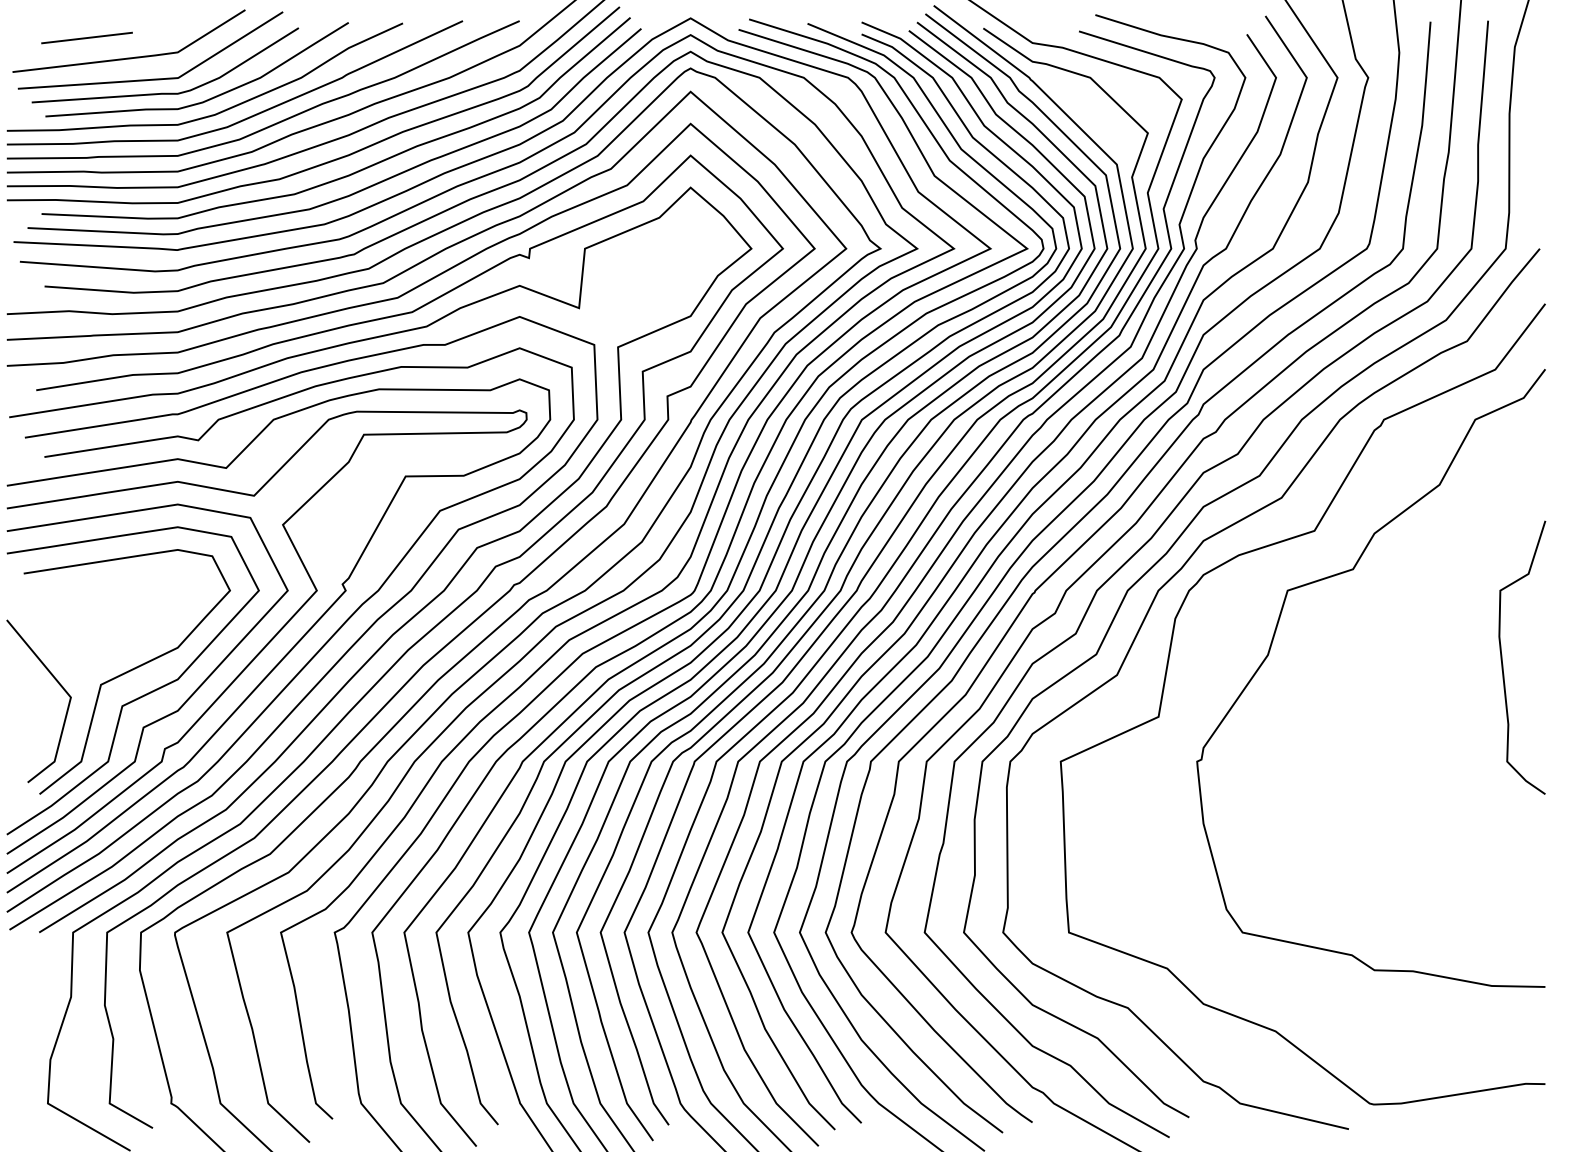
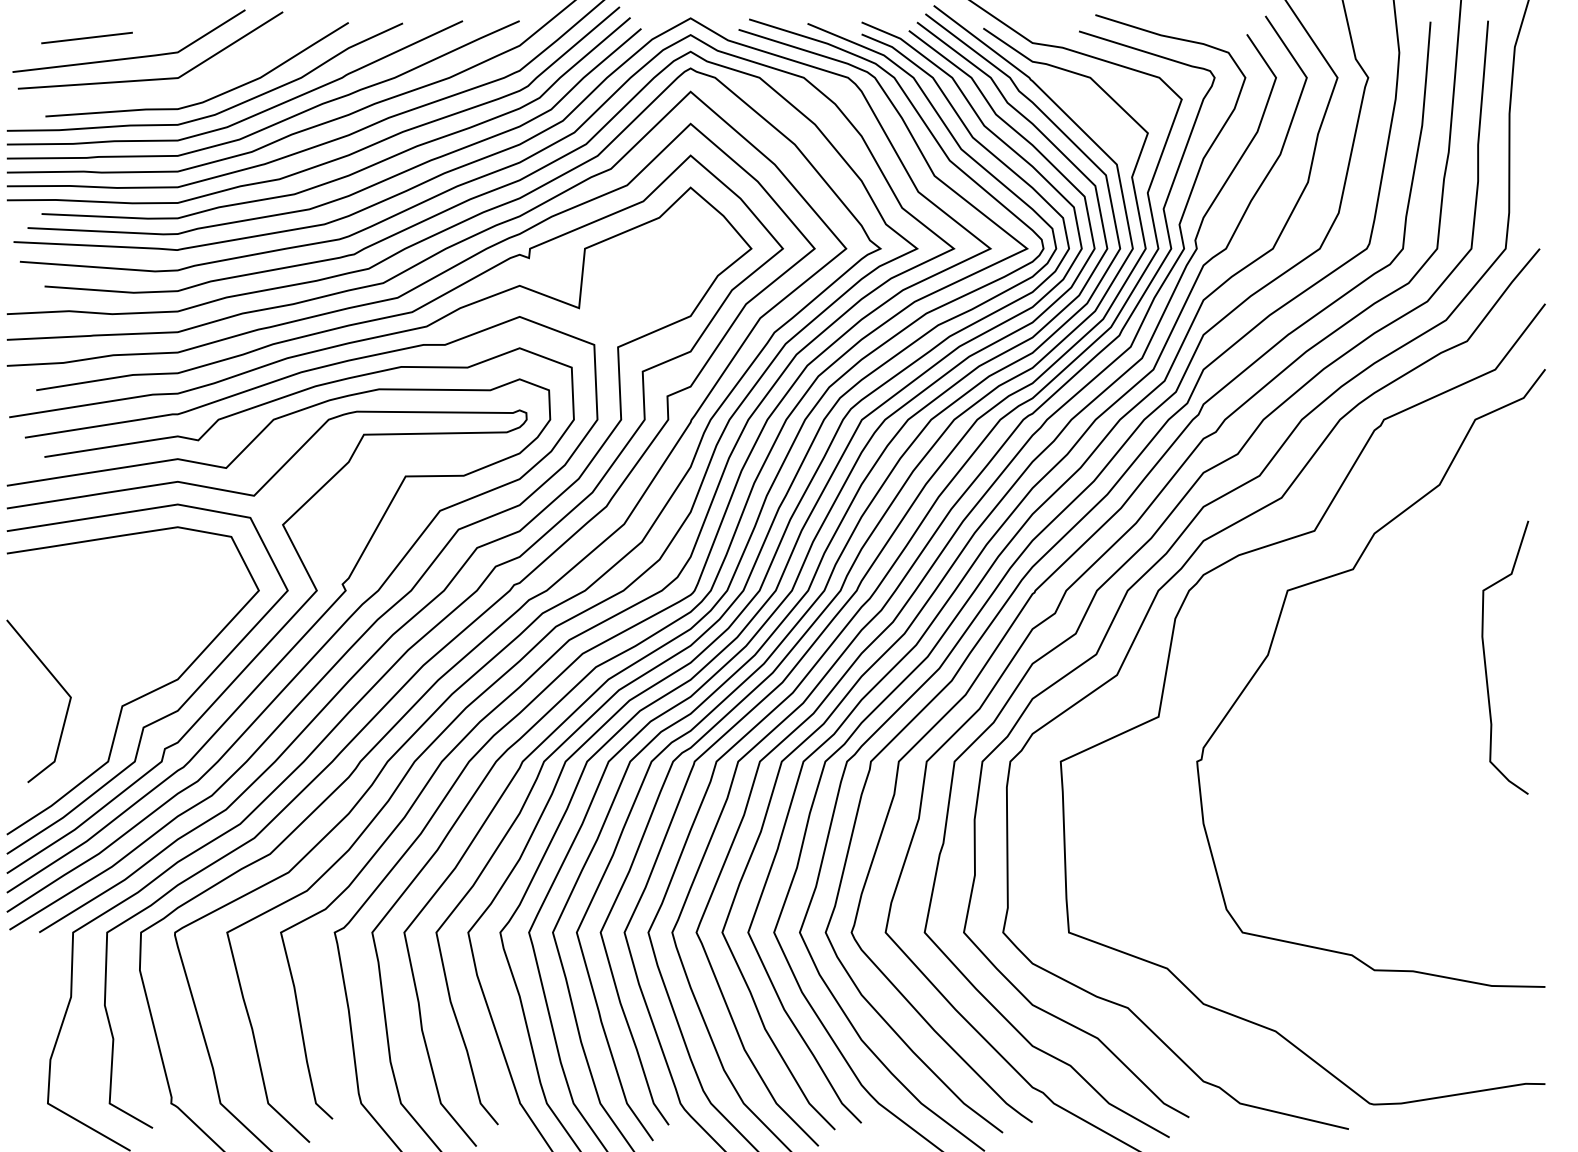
curve at (165, 92): present -> none
curve at (1502, 657) position: (1502, 657) -> (1485, 657)
curve at (126, 671): present -> none
